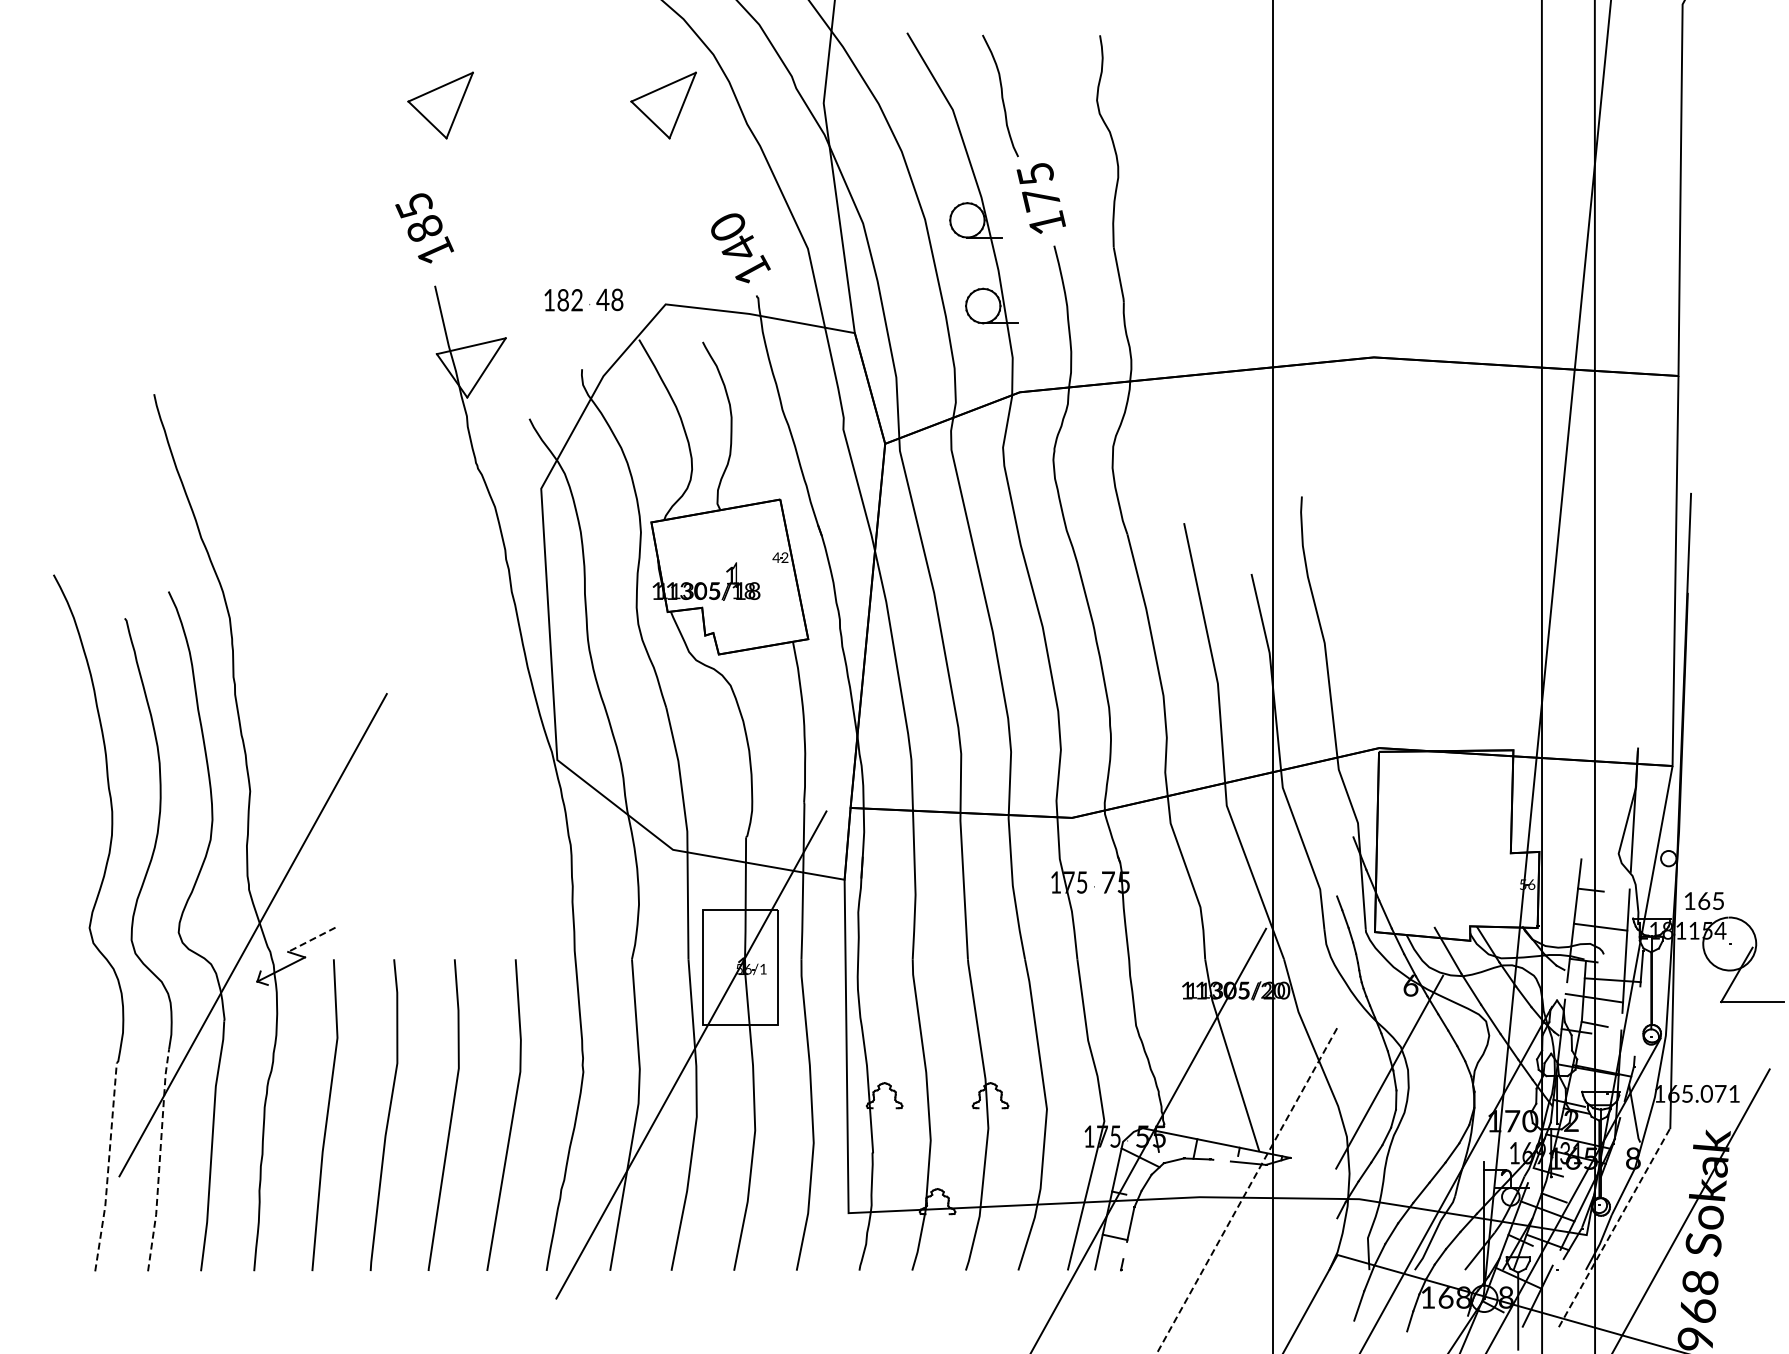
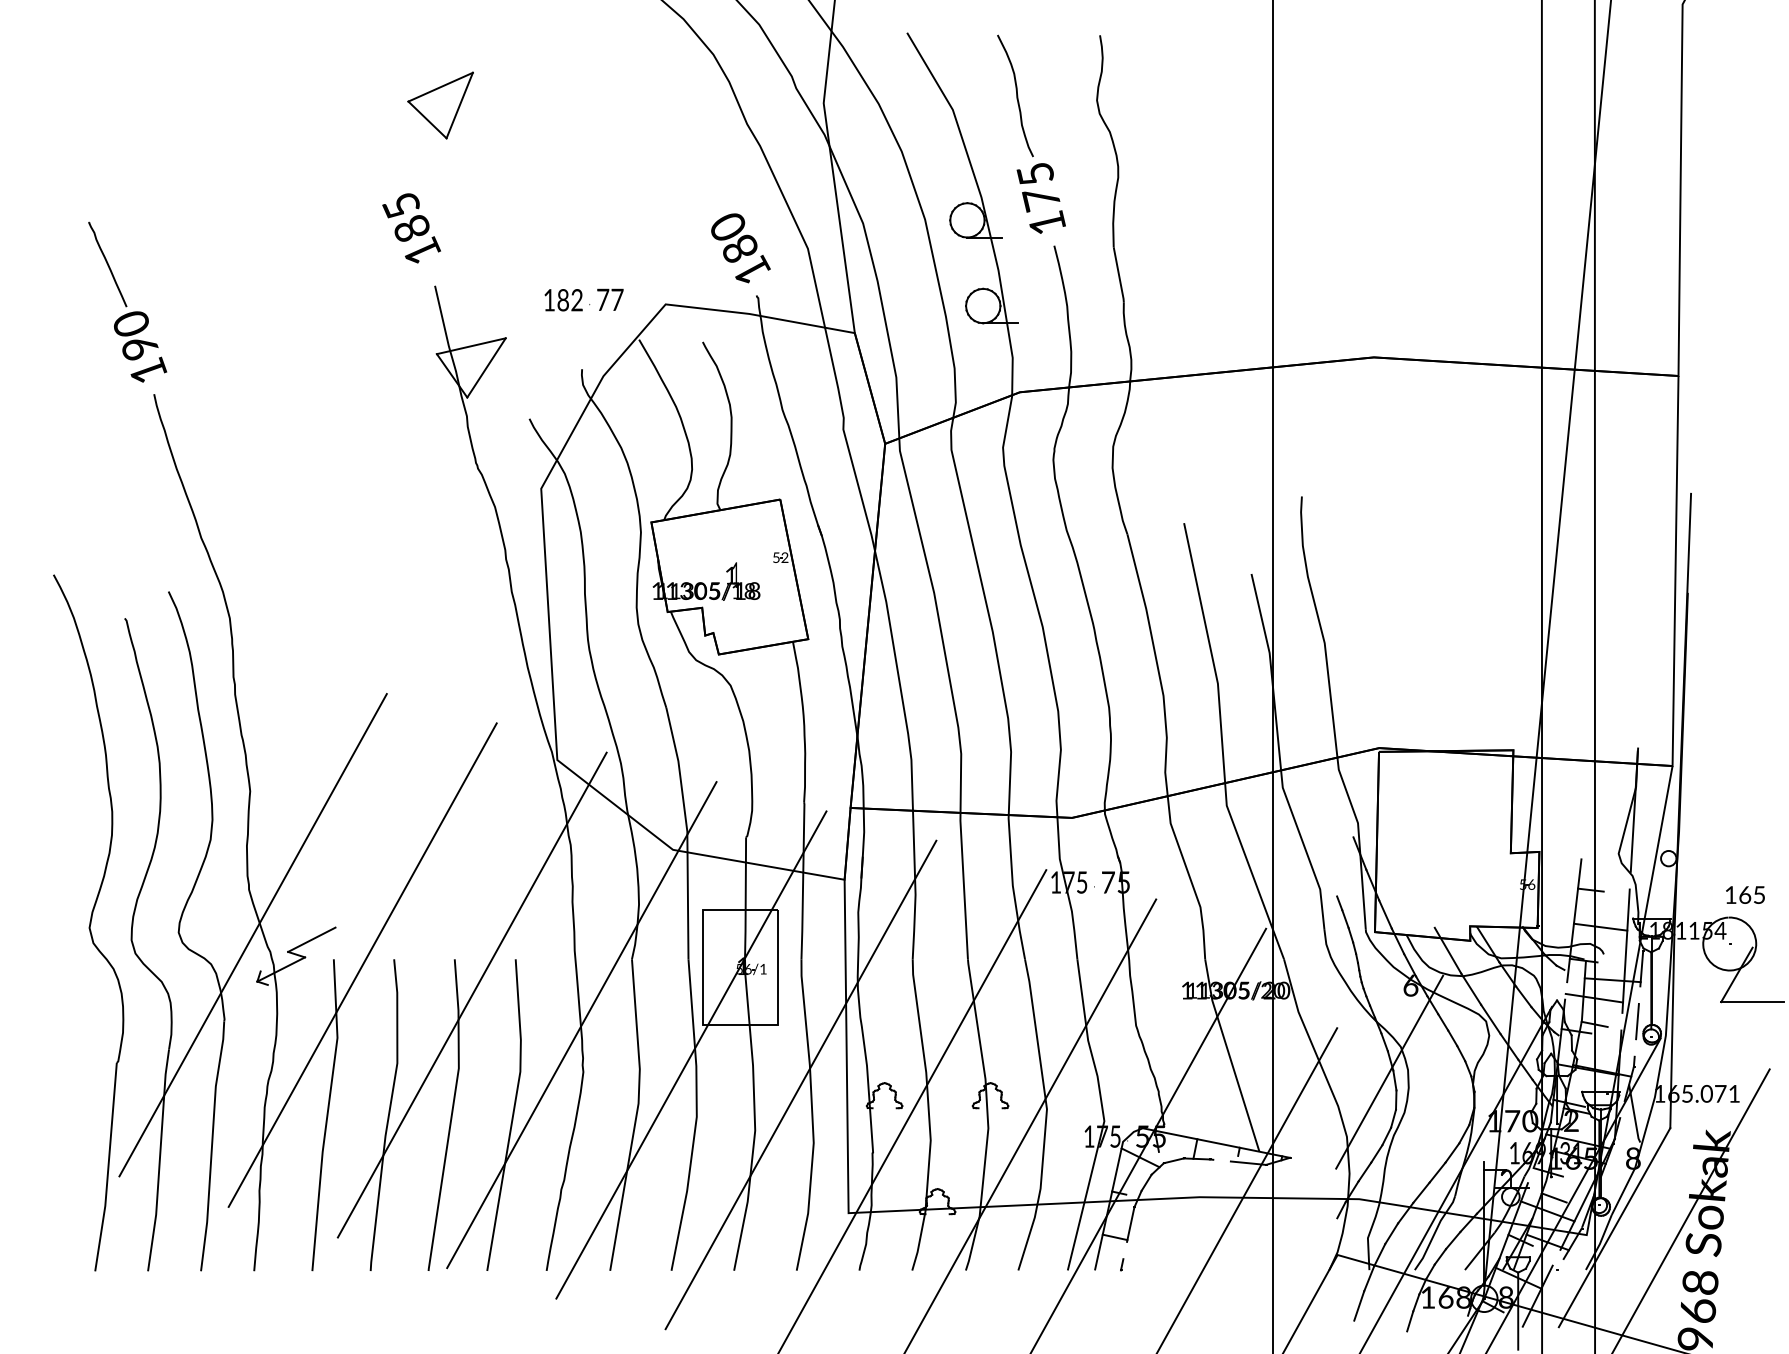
curve at (1001, 95) position: (1001, 95) -> (1016, 95)
part at (663, 105): present -> none
text at (424, 228) position: (424, 228) -> (411, 228)
text at (739, 248): 140 -> 180
text at (609, 299): 48 -> 77
part at (127, 301): none -> present
text at (776, 557): 42 -> 52
text at (1704, 900) position: (1704, 900) -> (1745, 894)
line at (311, 939): dashed -> solid
line at (362, 964): none -> present
line at (471, 994): none -> present
line at (1637, 1021): none -> present
line at (581, 1025): none -> present
line at (800, 1084): none -> present
line at (912, 1110): none -> present
line at (1030, 1124): none -> present
line at (159, 1160): dashed -> solid
line at (108, 1168): dashed -> solid
line at (1247, 1190): dashed -> solid
line at (1614, 1227): dashed -> solid
